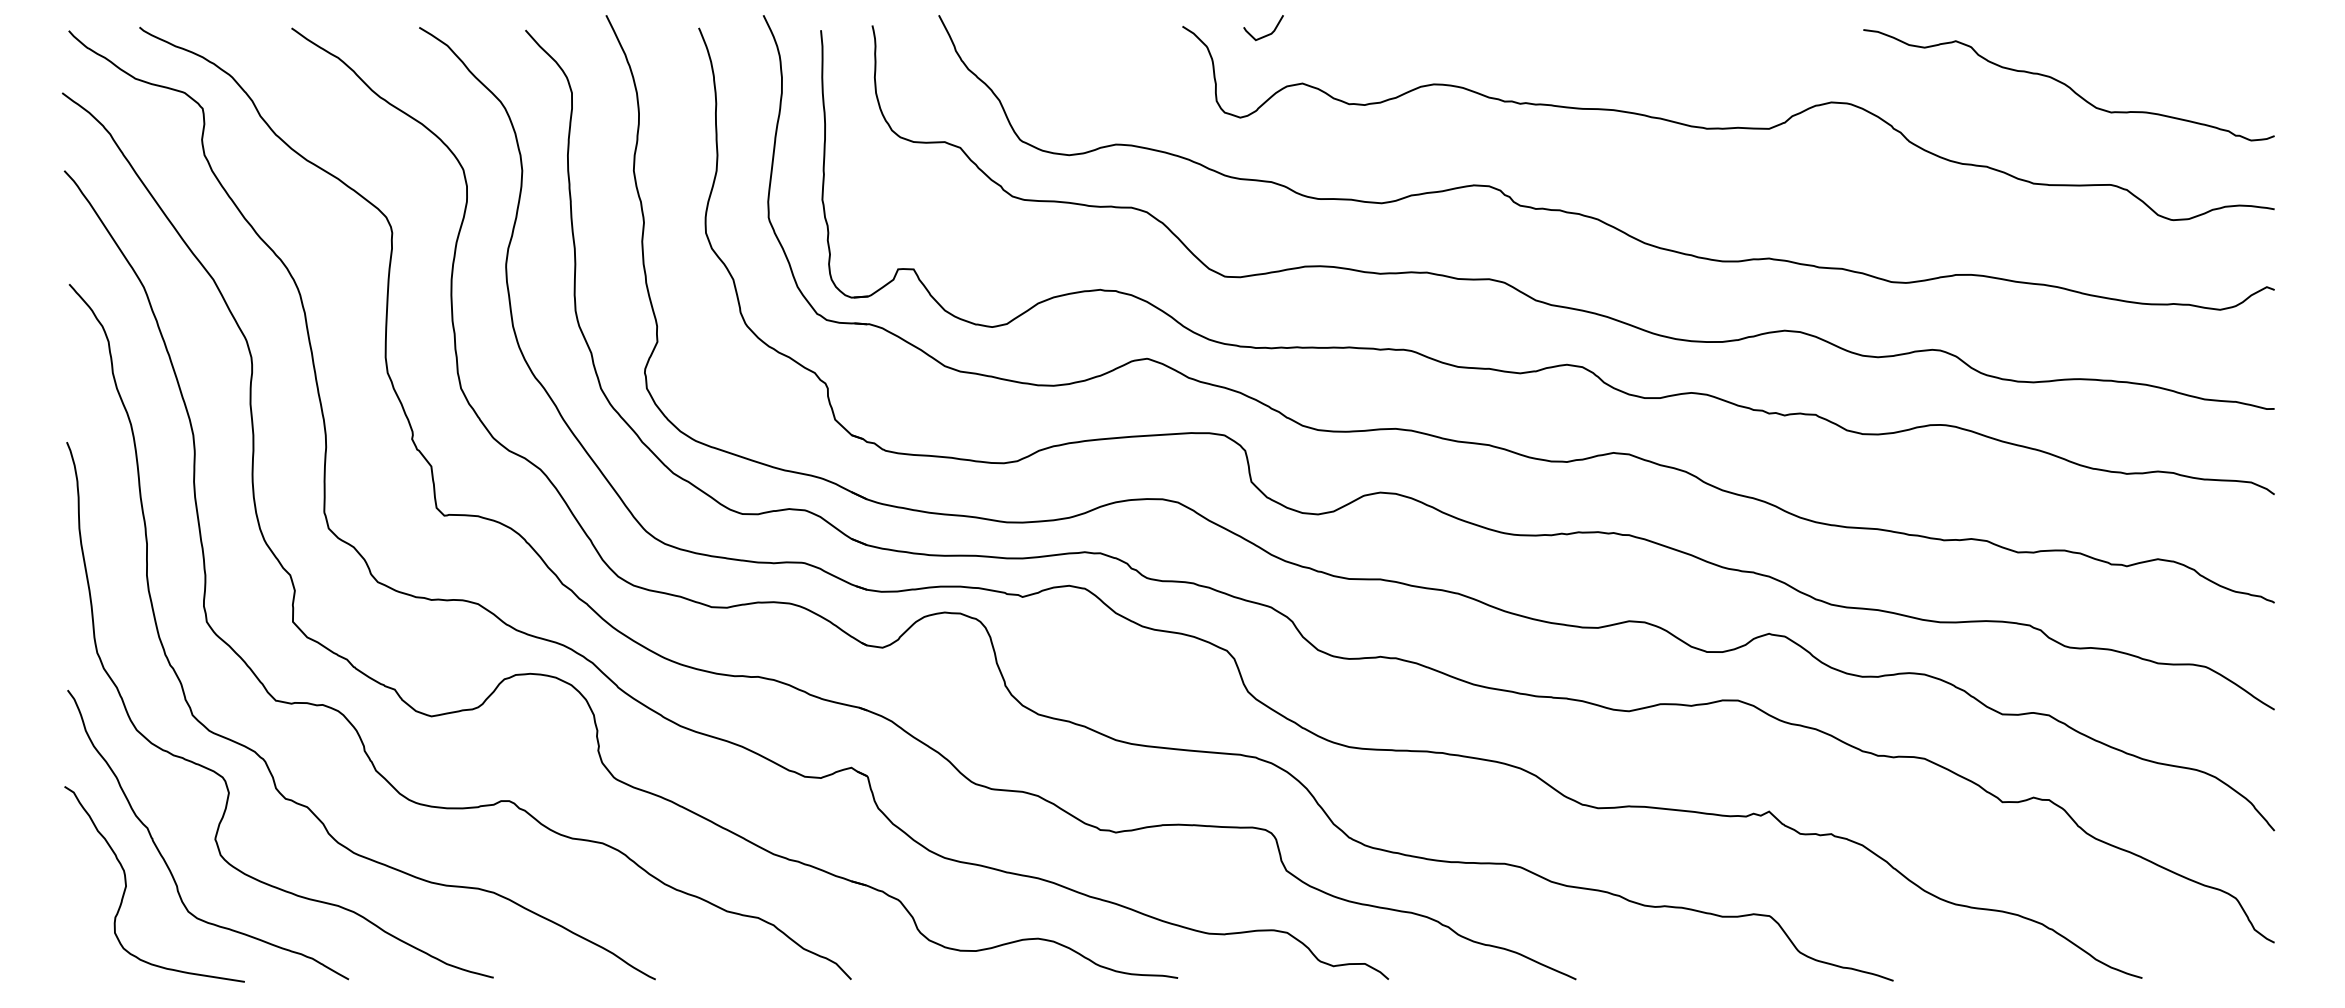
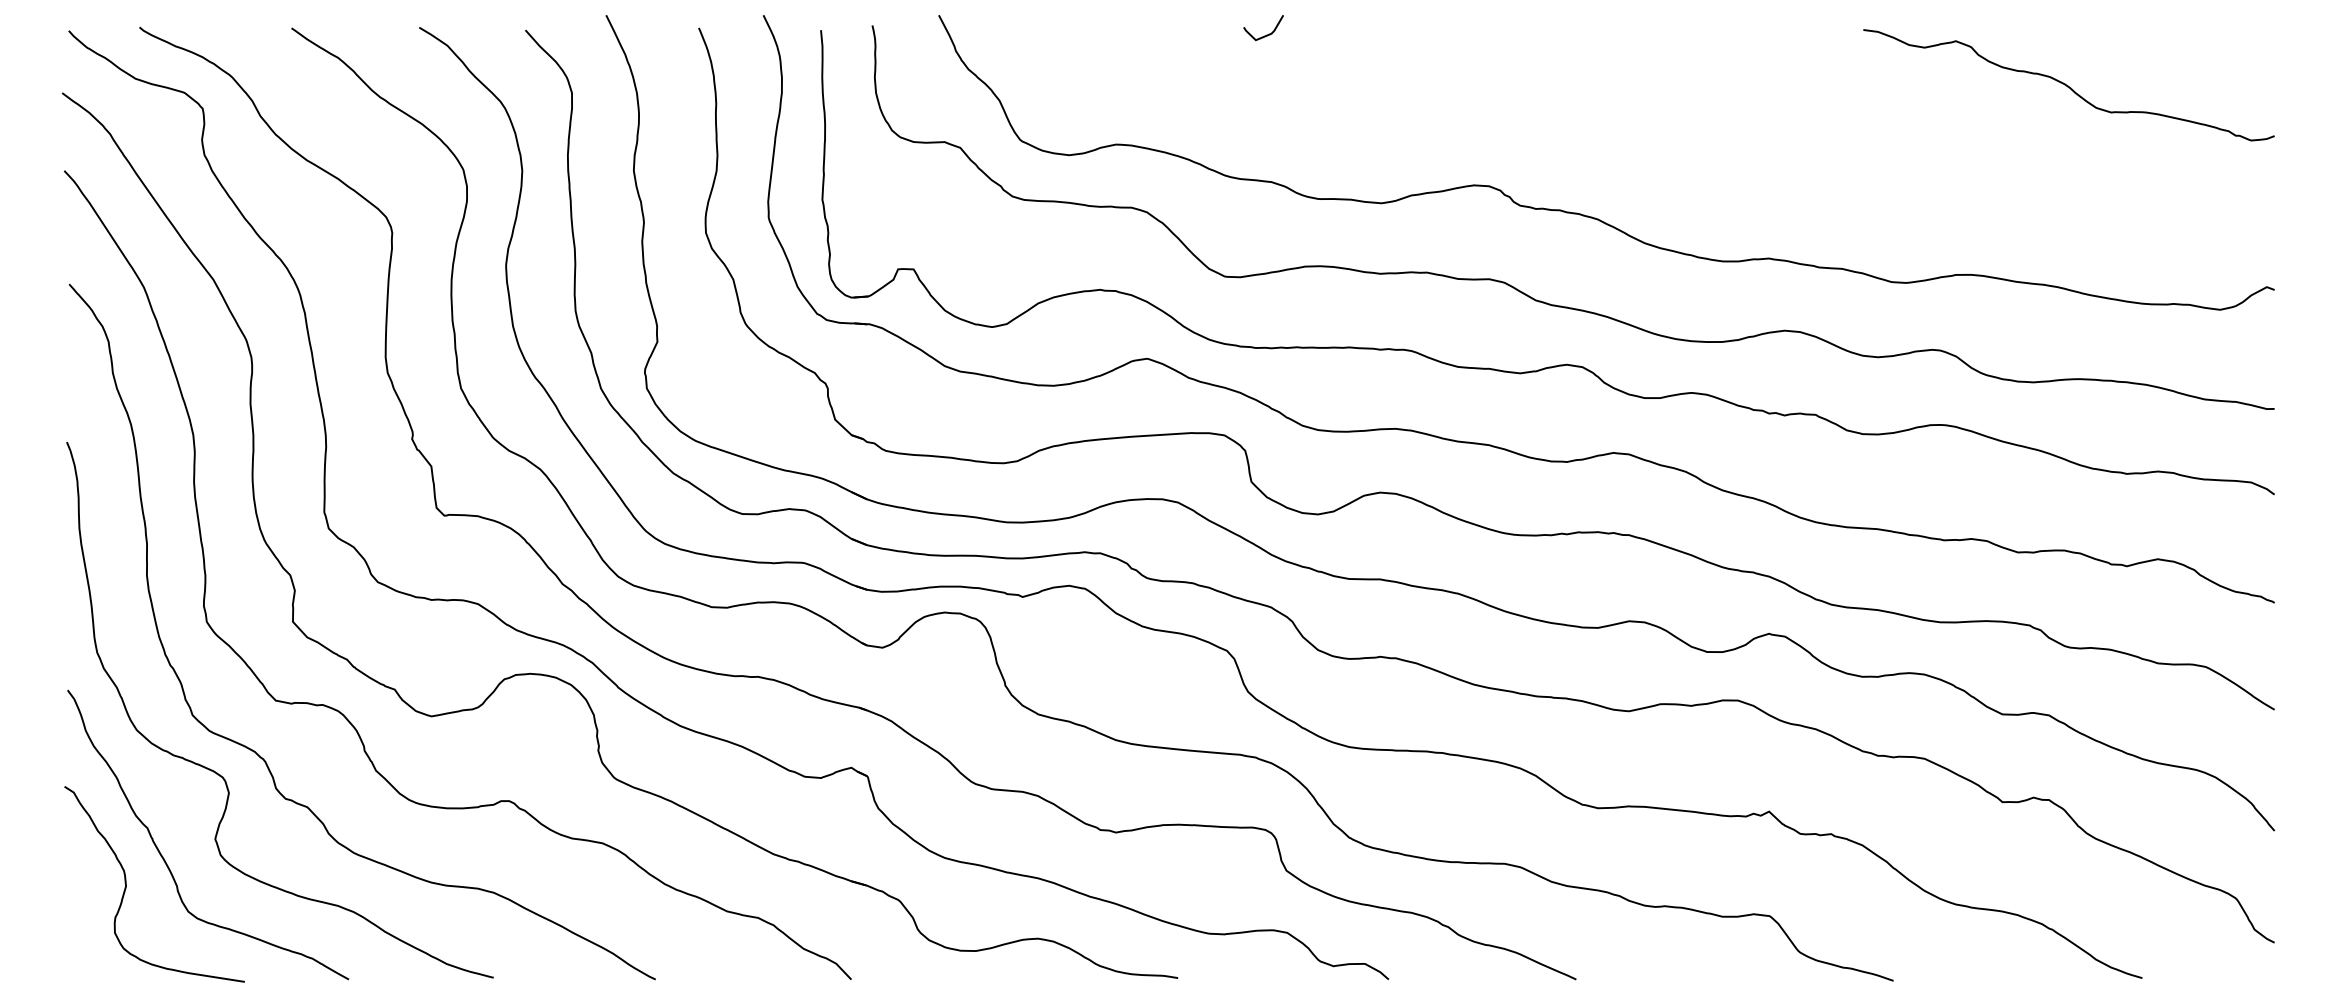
curve at (1728, 127): present -> none
